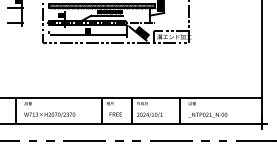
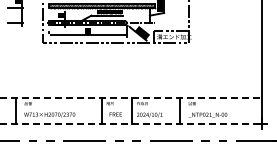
line at (131, 97): solid -> dashed
line at (131, 123): solid -> dashed
